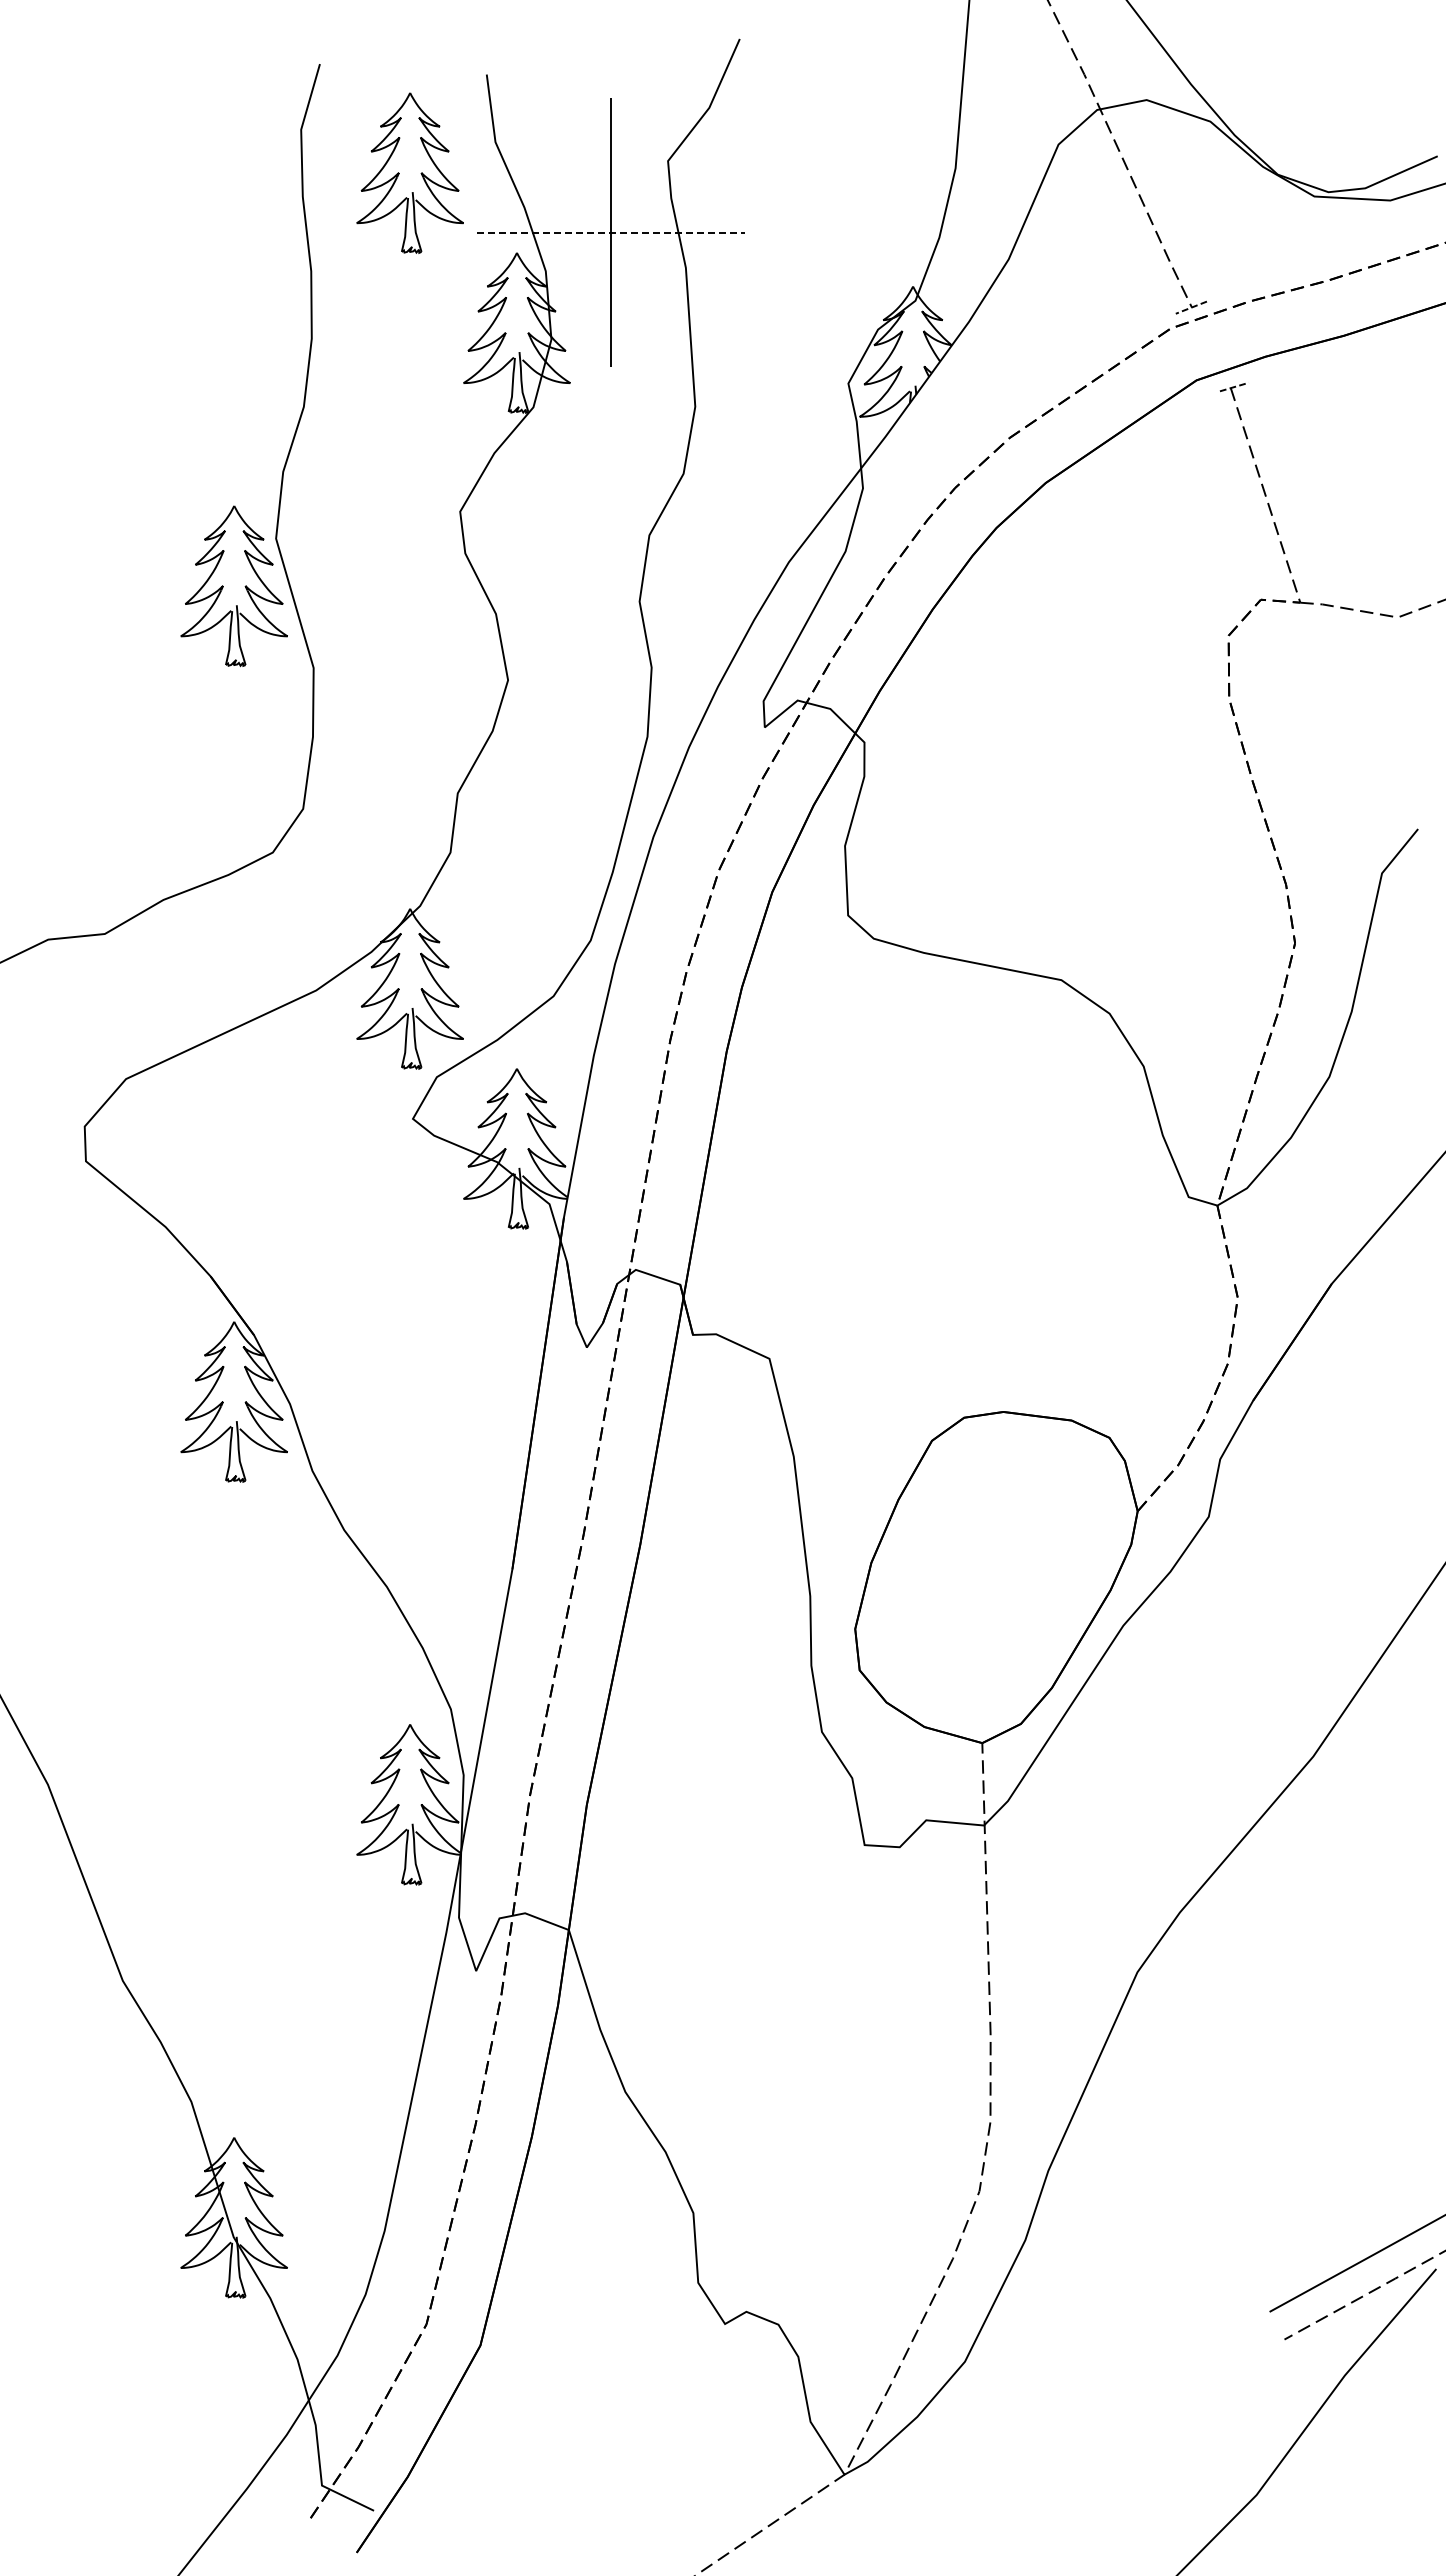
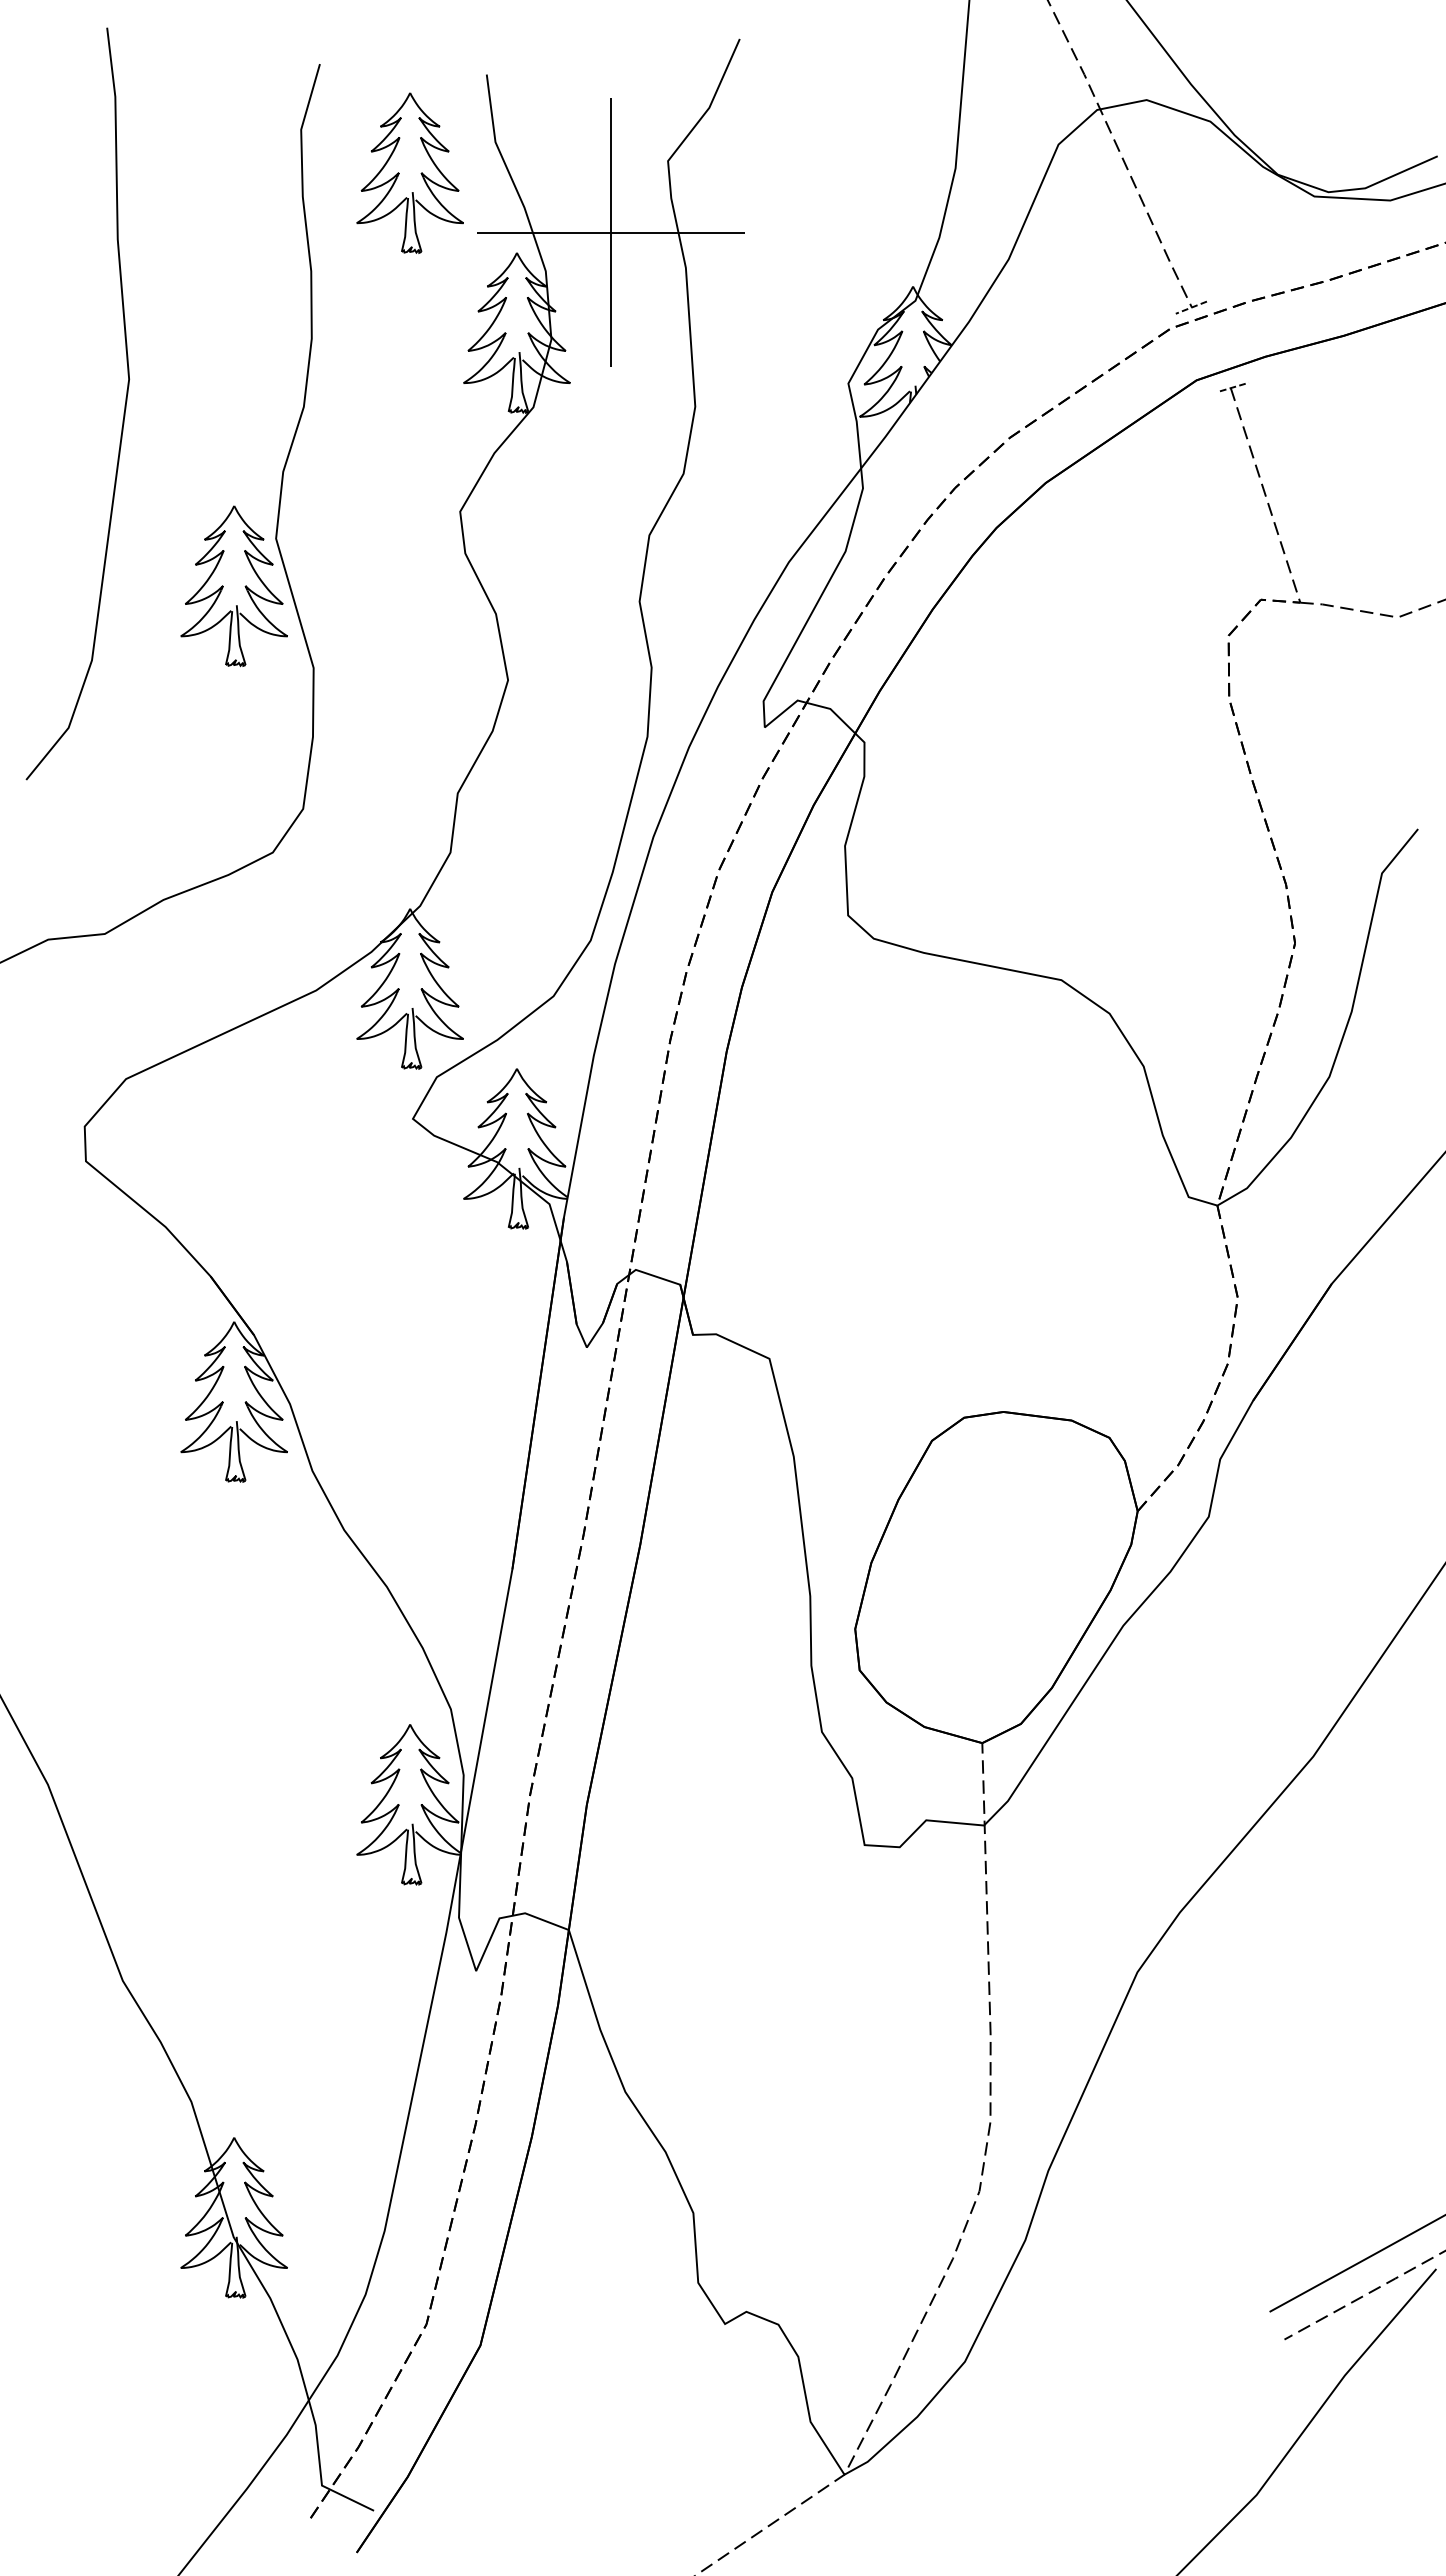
line at (611, 232): dashed -> solid
curve at (123, 412): none -> present
